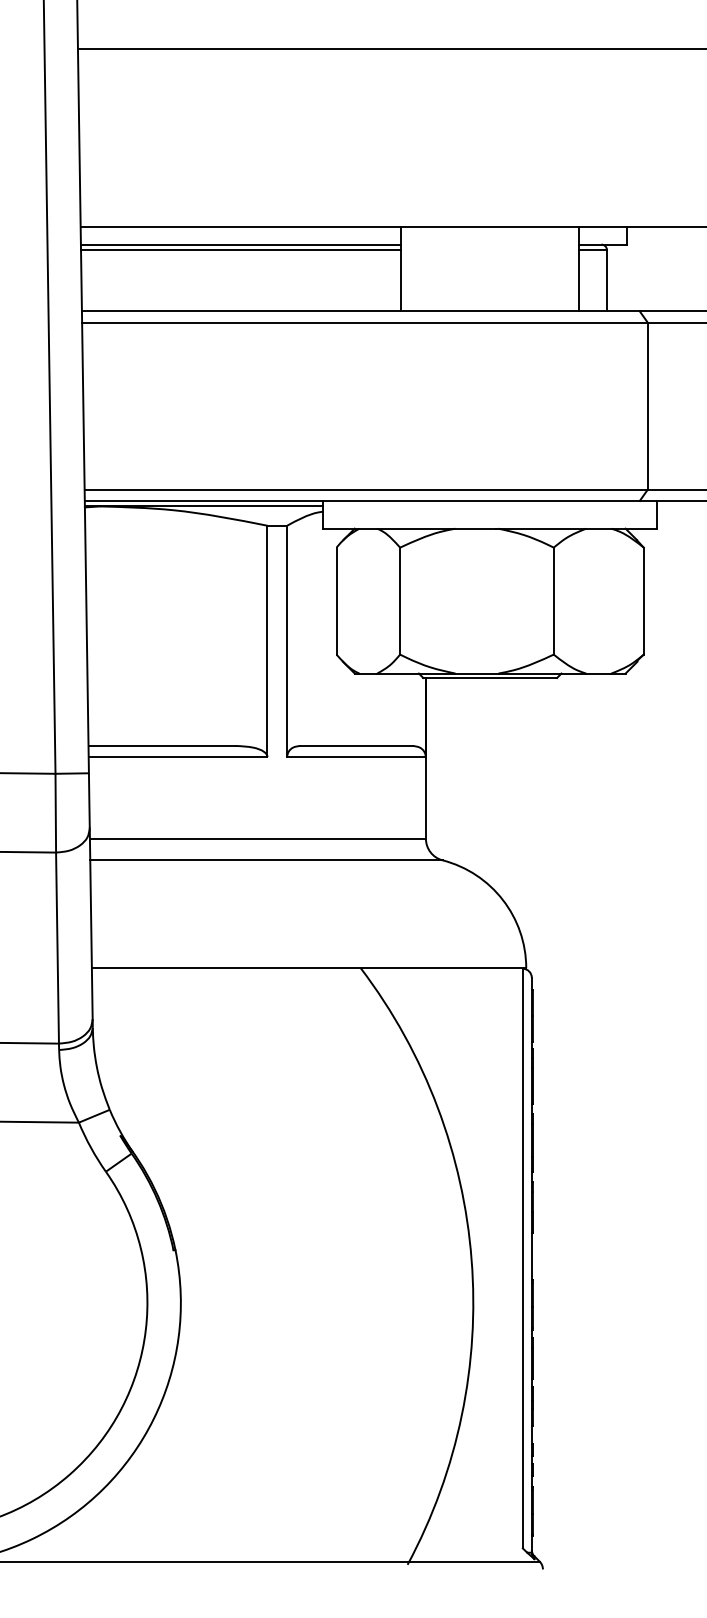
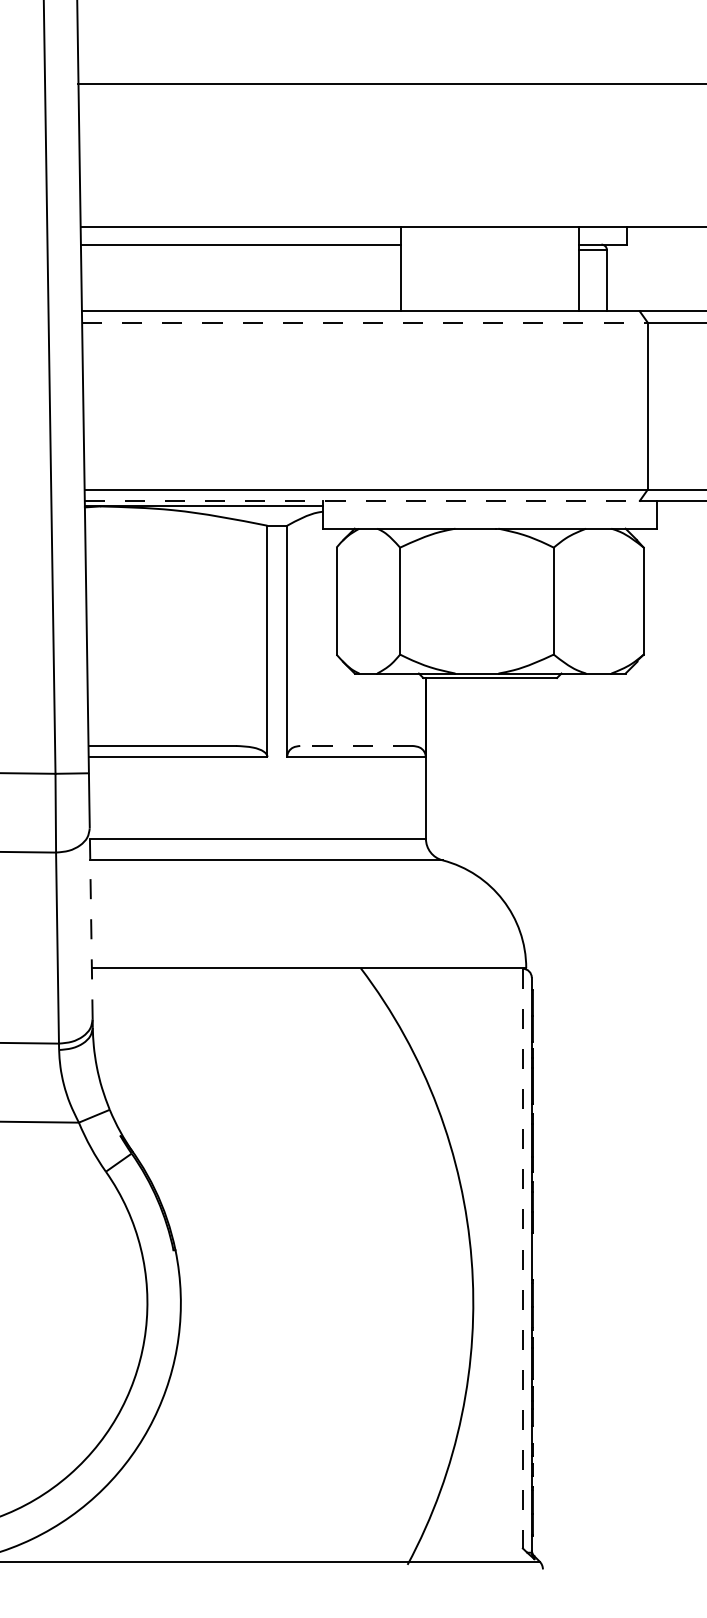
line at (390, 48) position: (390, 48) -> (390, 83)
line at (241, 250): present -> none
line at (364, 322): solid -> dashed
line at (362, 500): solid -> dashed
line at (356, 745): solid -> dashed
line at (91, 923): solid -> dashed
line at (522, 1258): solid -> dashed
